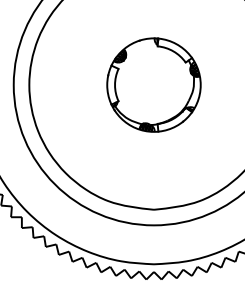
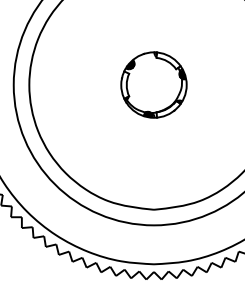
part at (153, 84) size: 96x96 px -> 68x68 px
